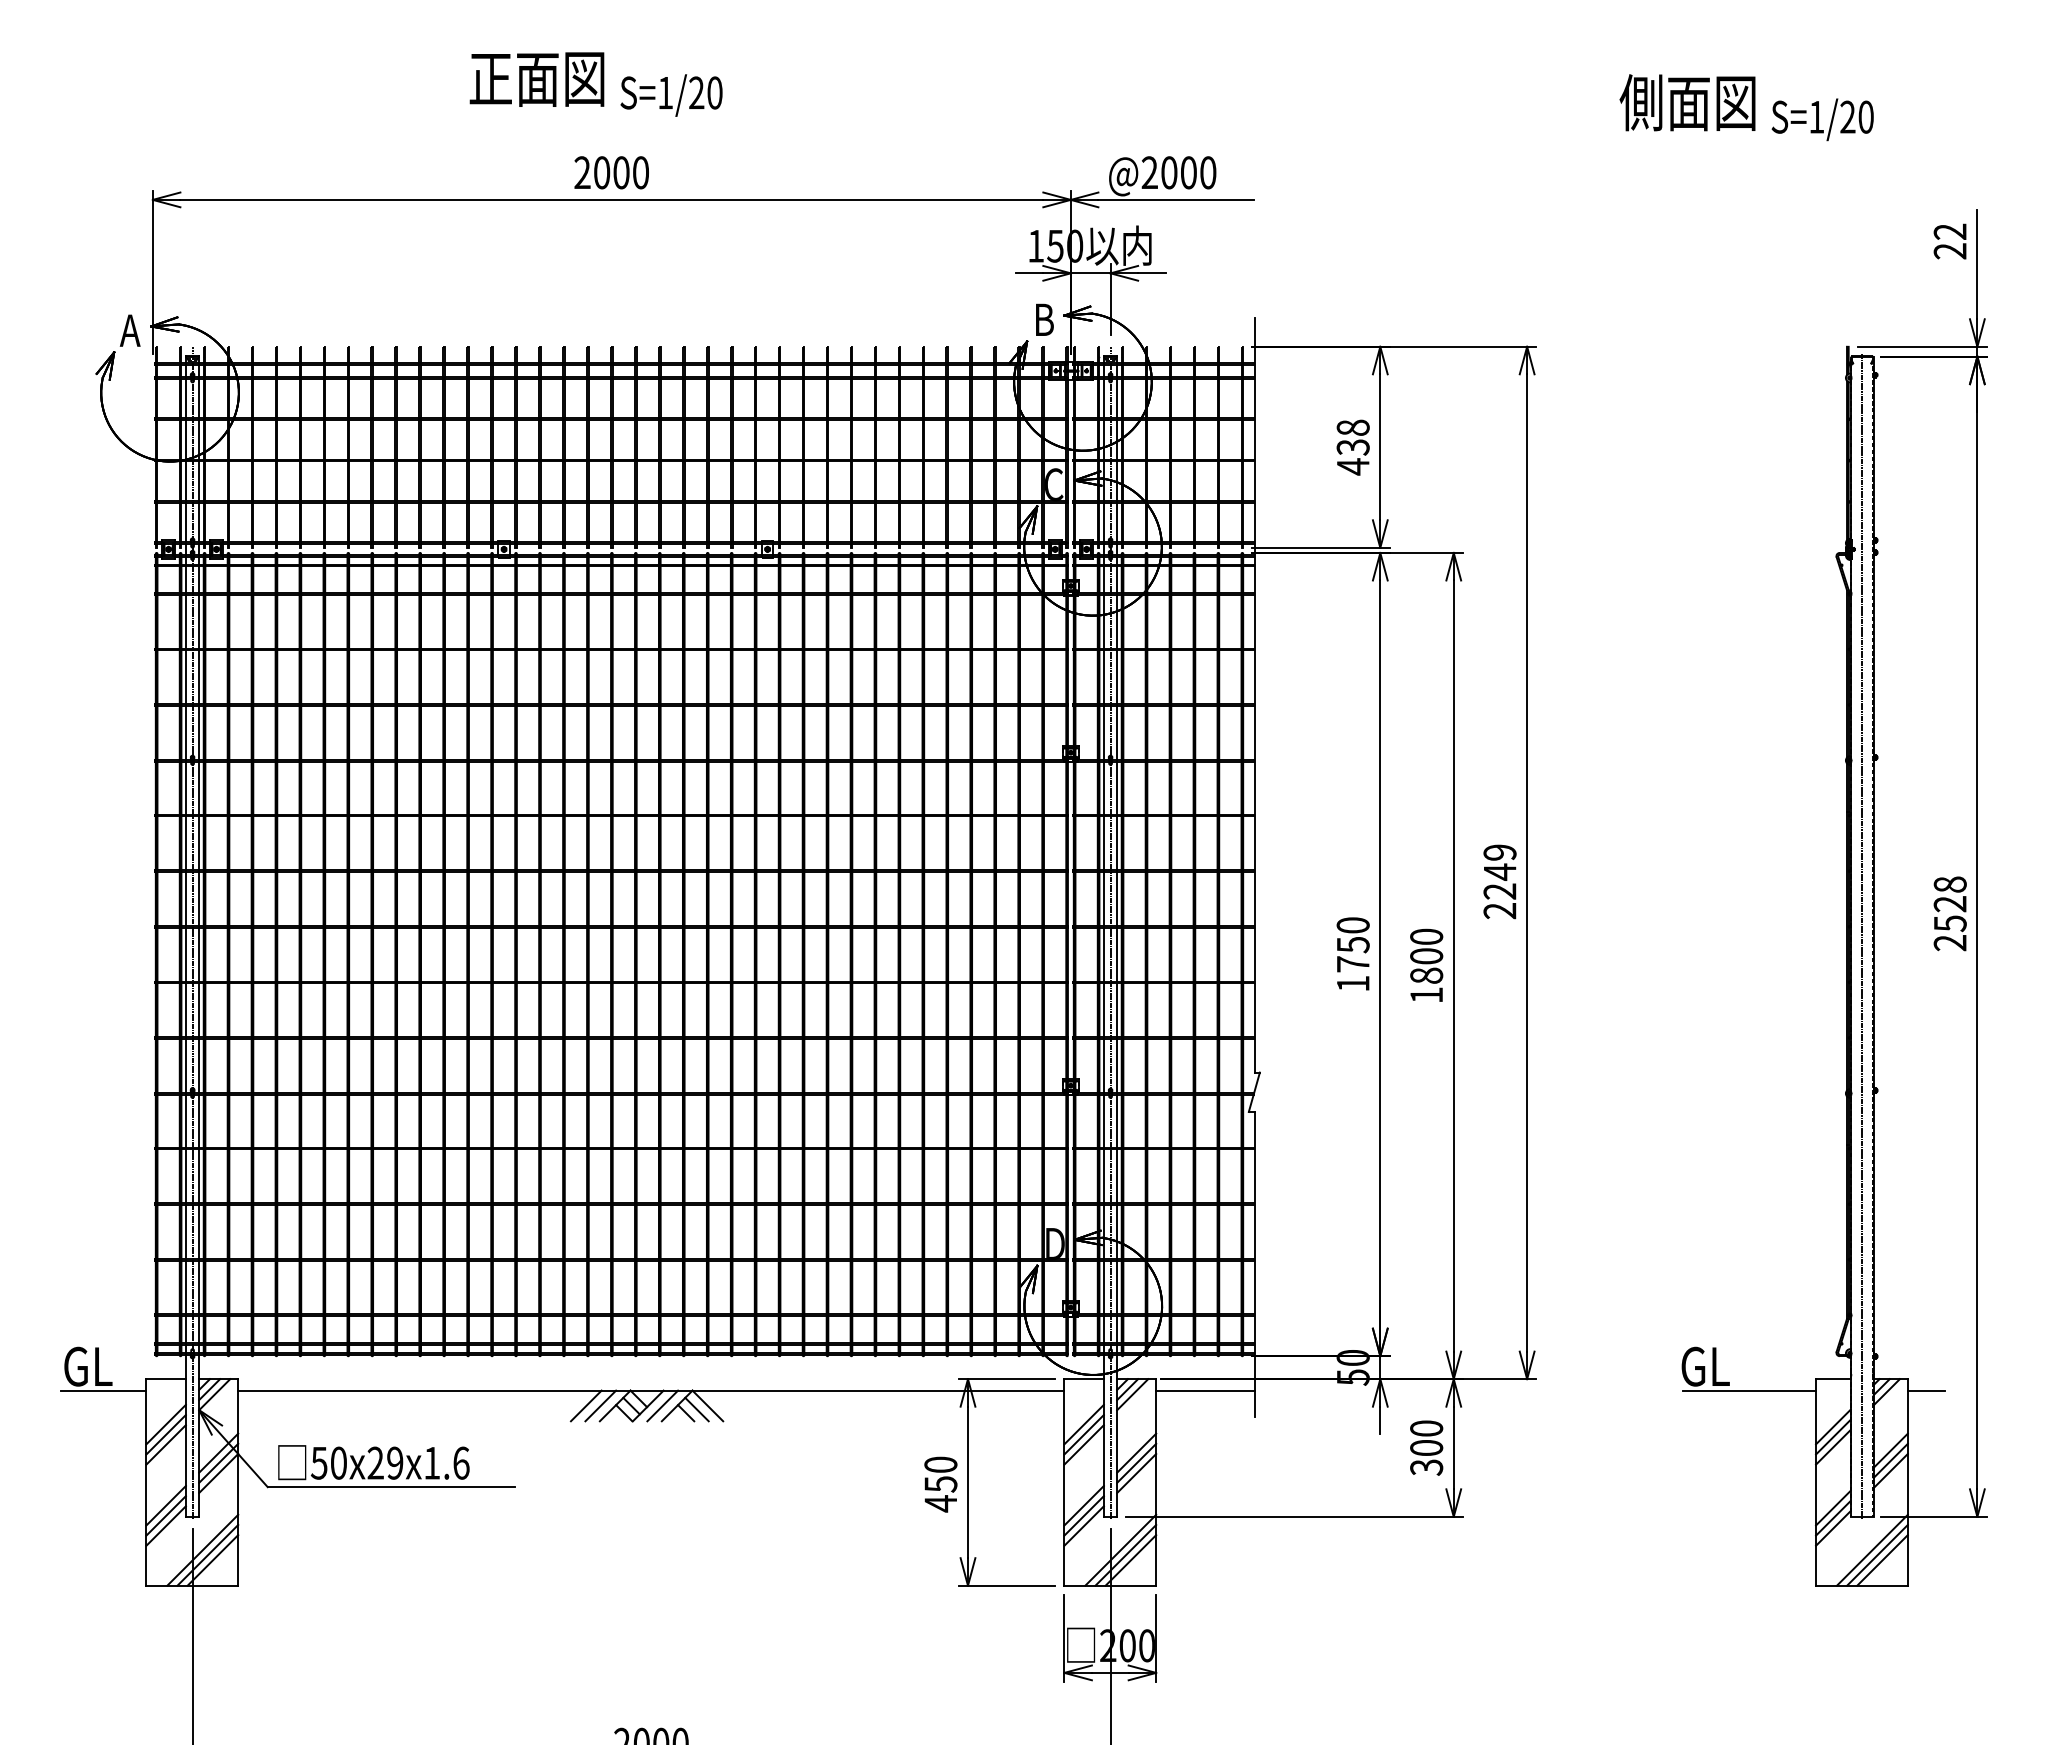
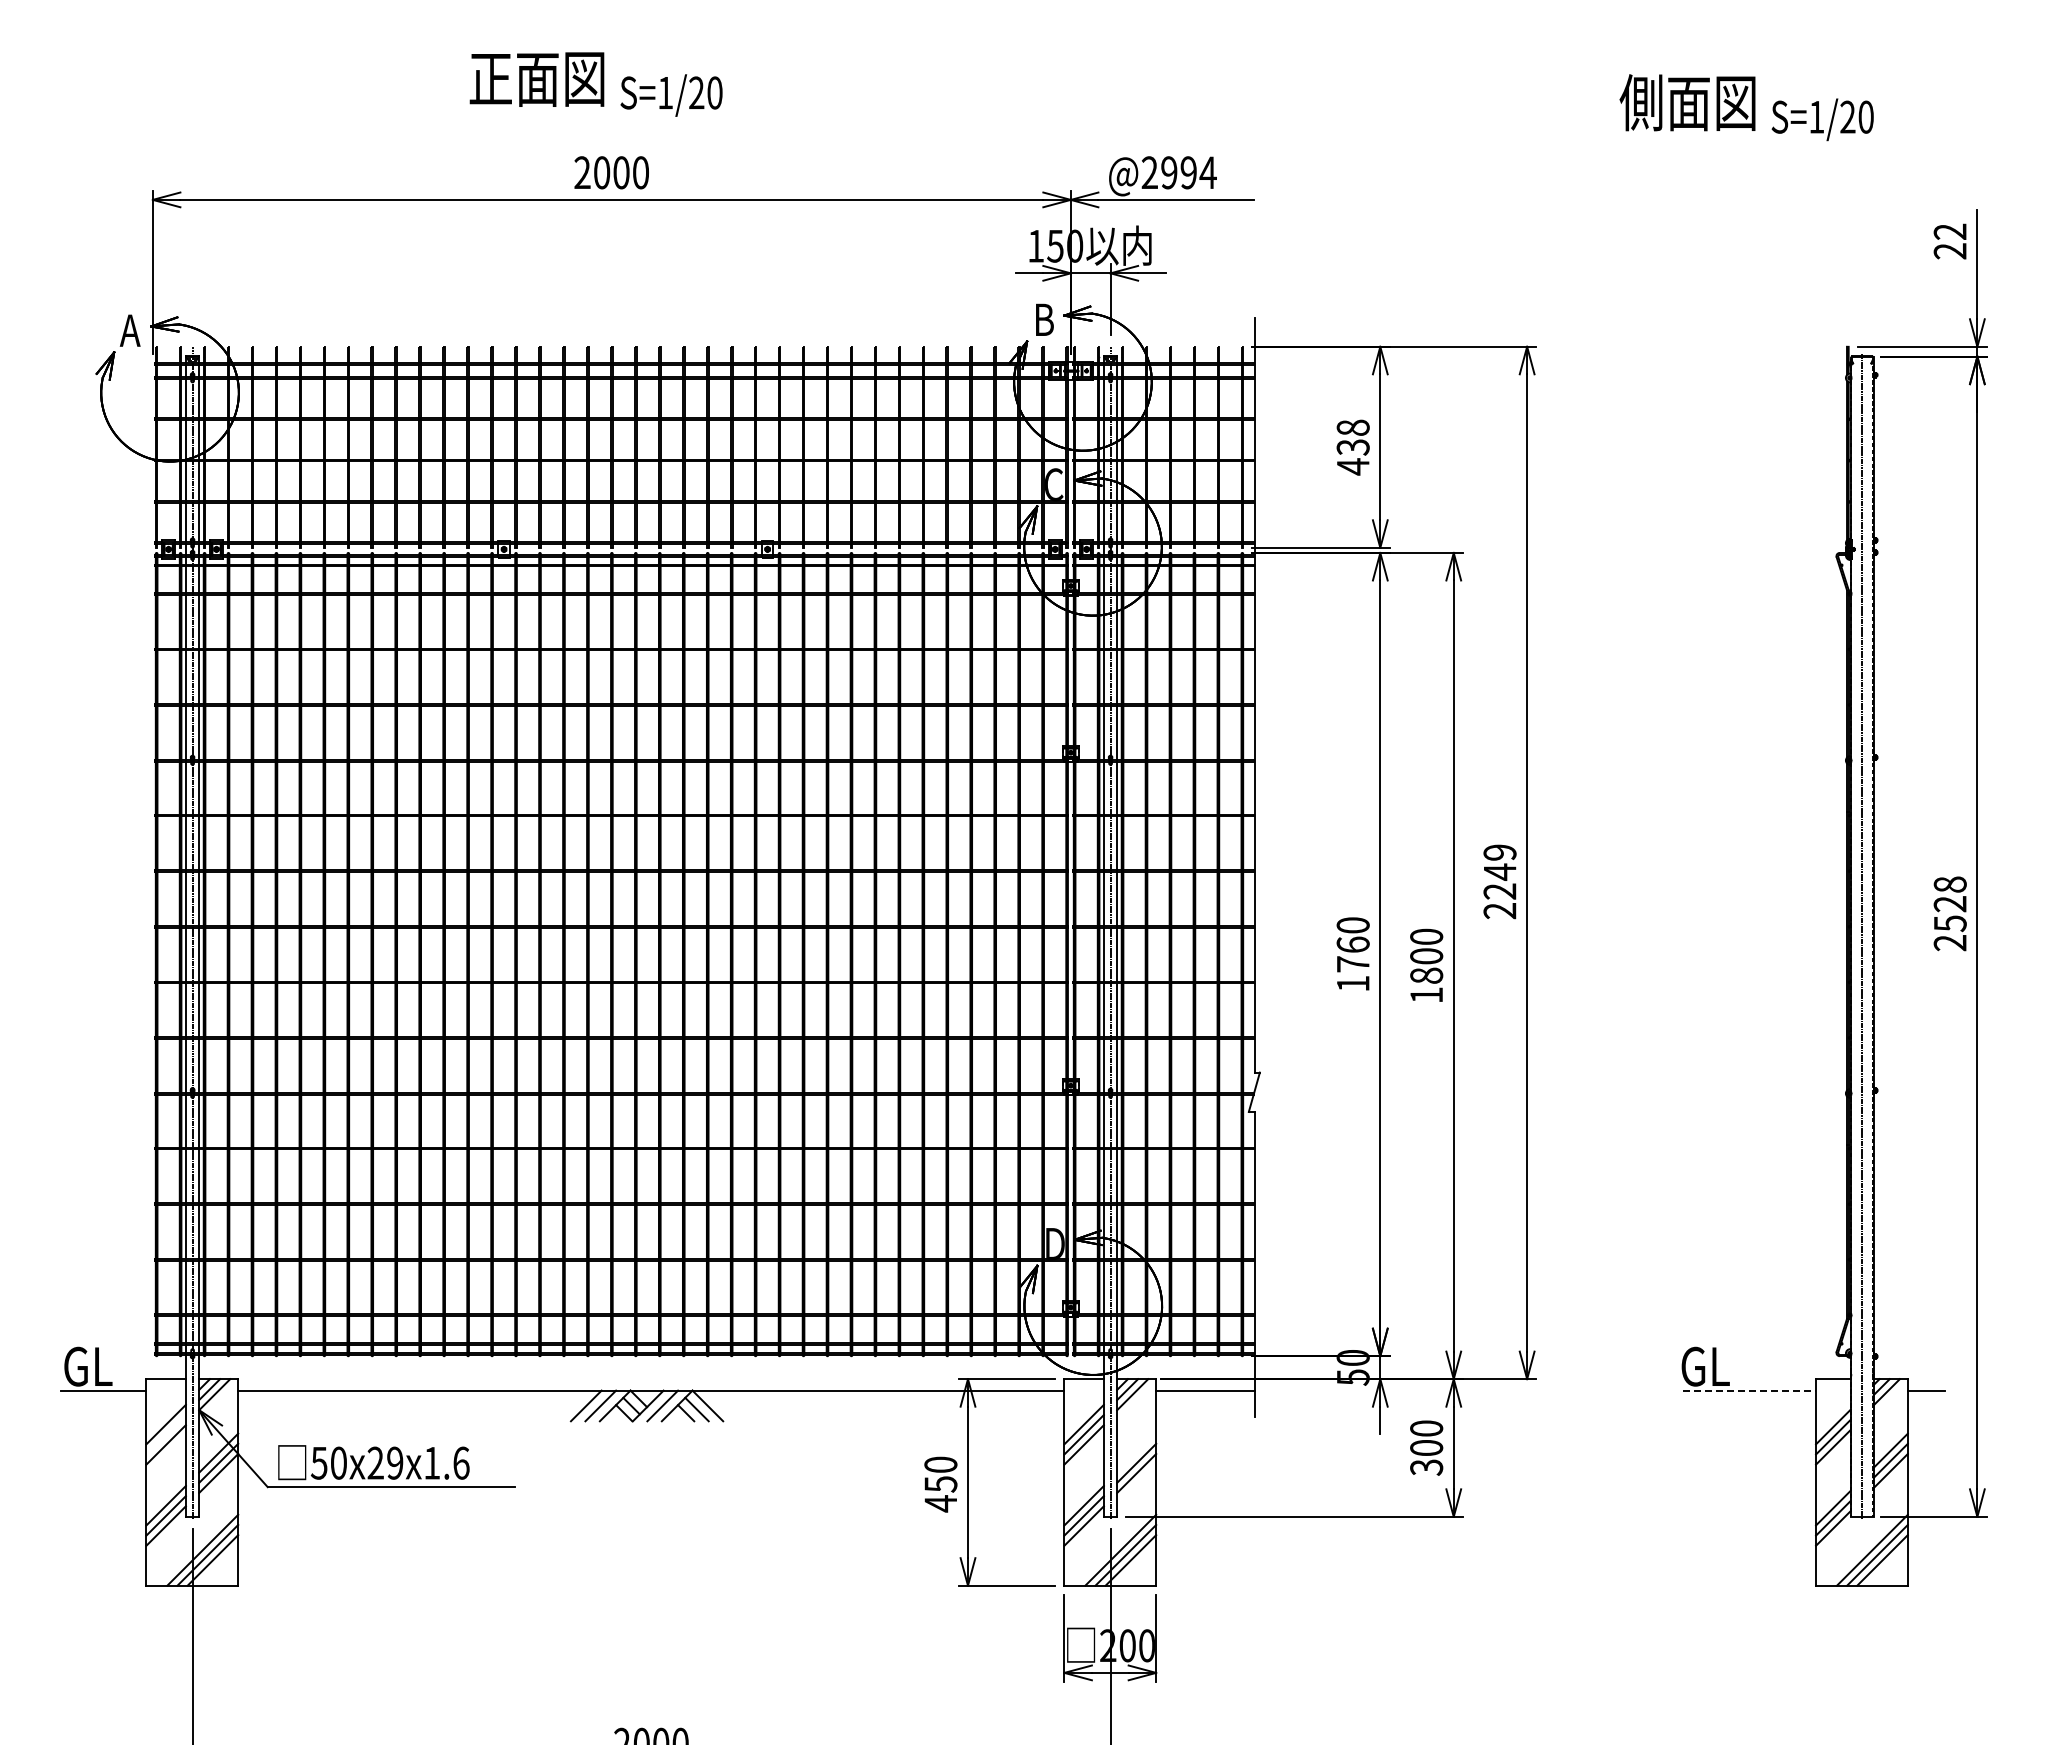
text at (1188, 172): @2000 -> @2994
text at (1352, 944): 1750 -> 1760
line at (1750, 1390): solid -> dashed
line at (165, 1434): present -> none
line at (1136, 1452): present -> none
